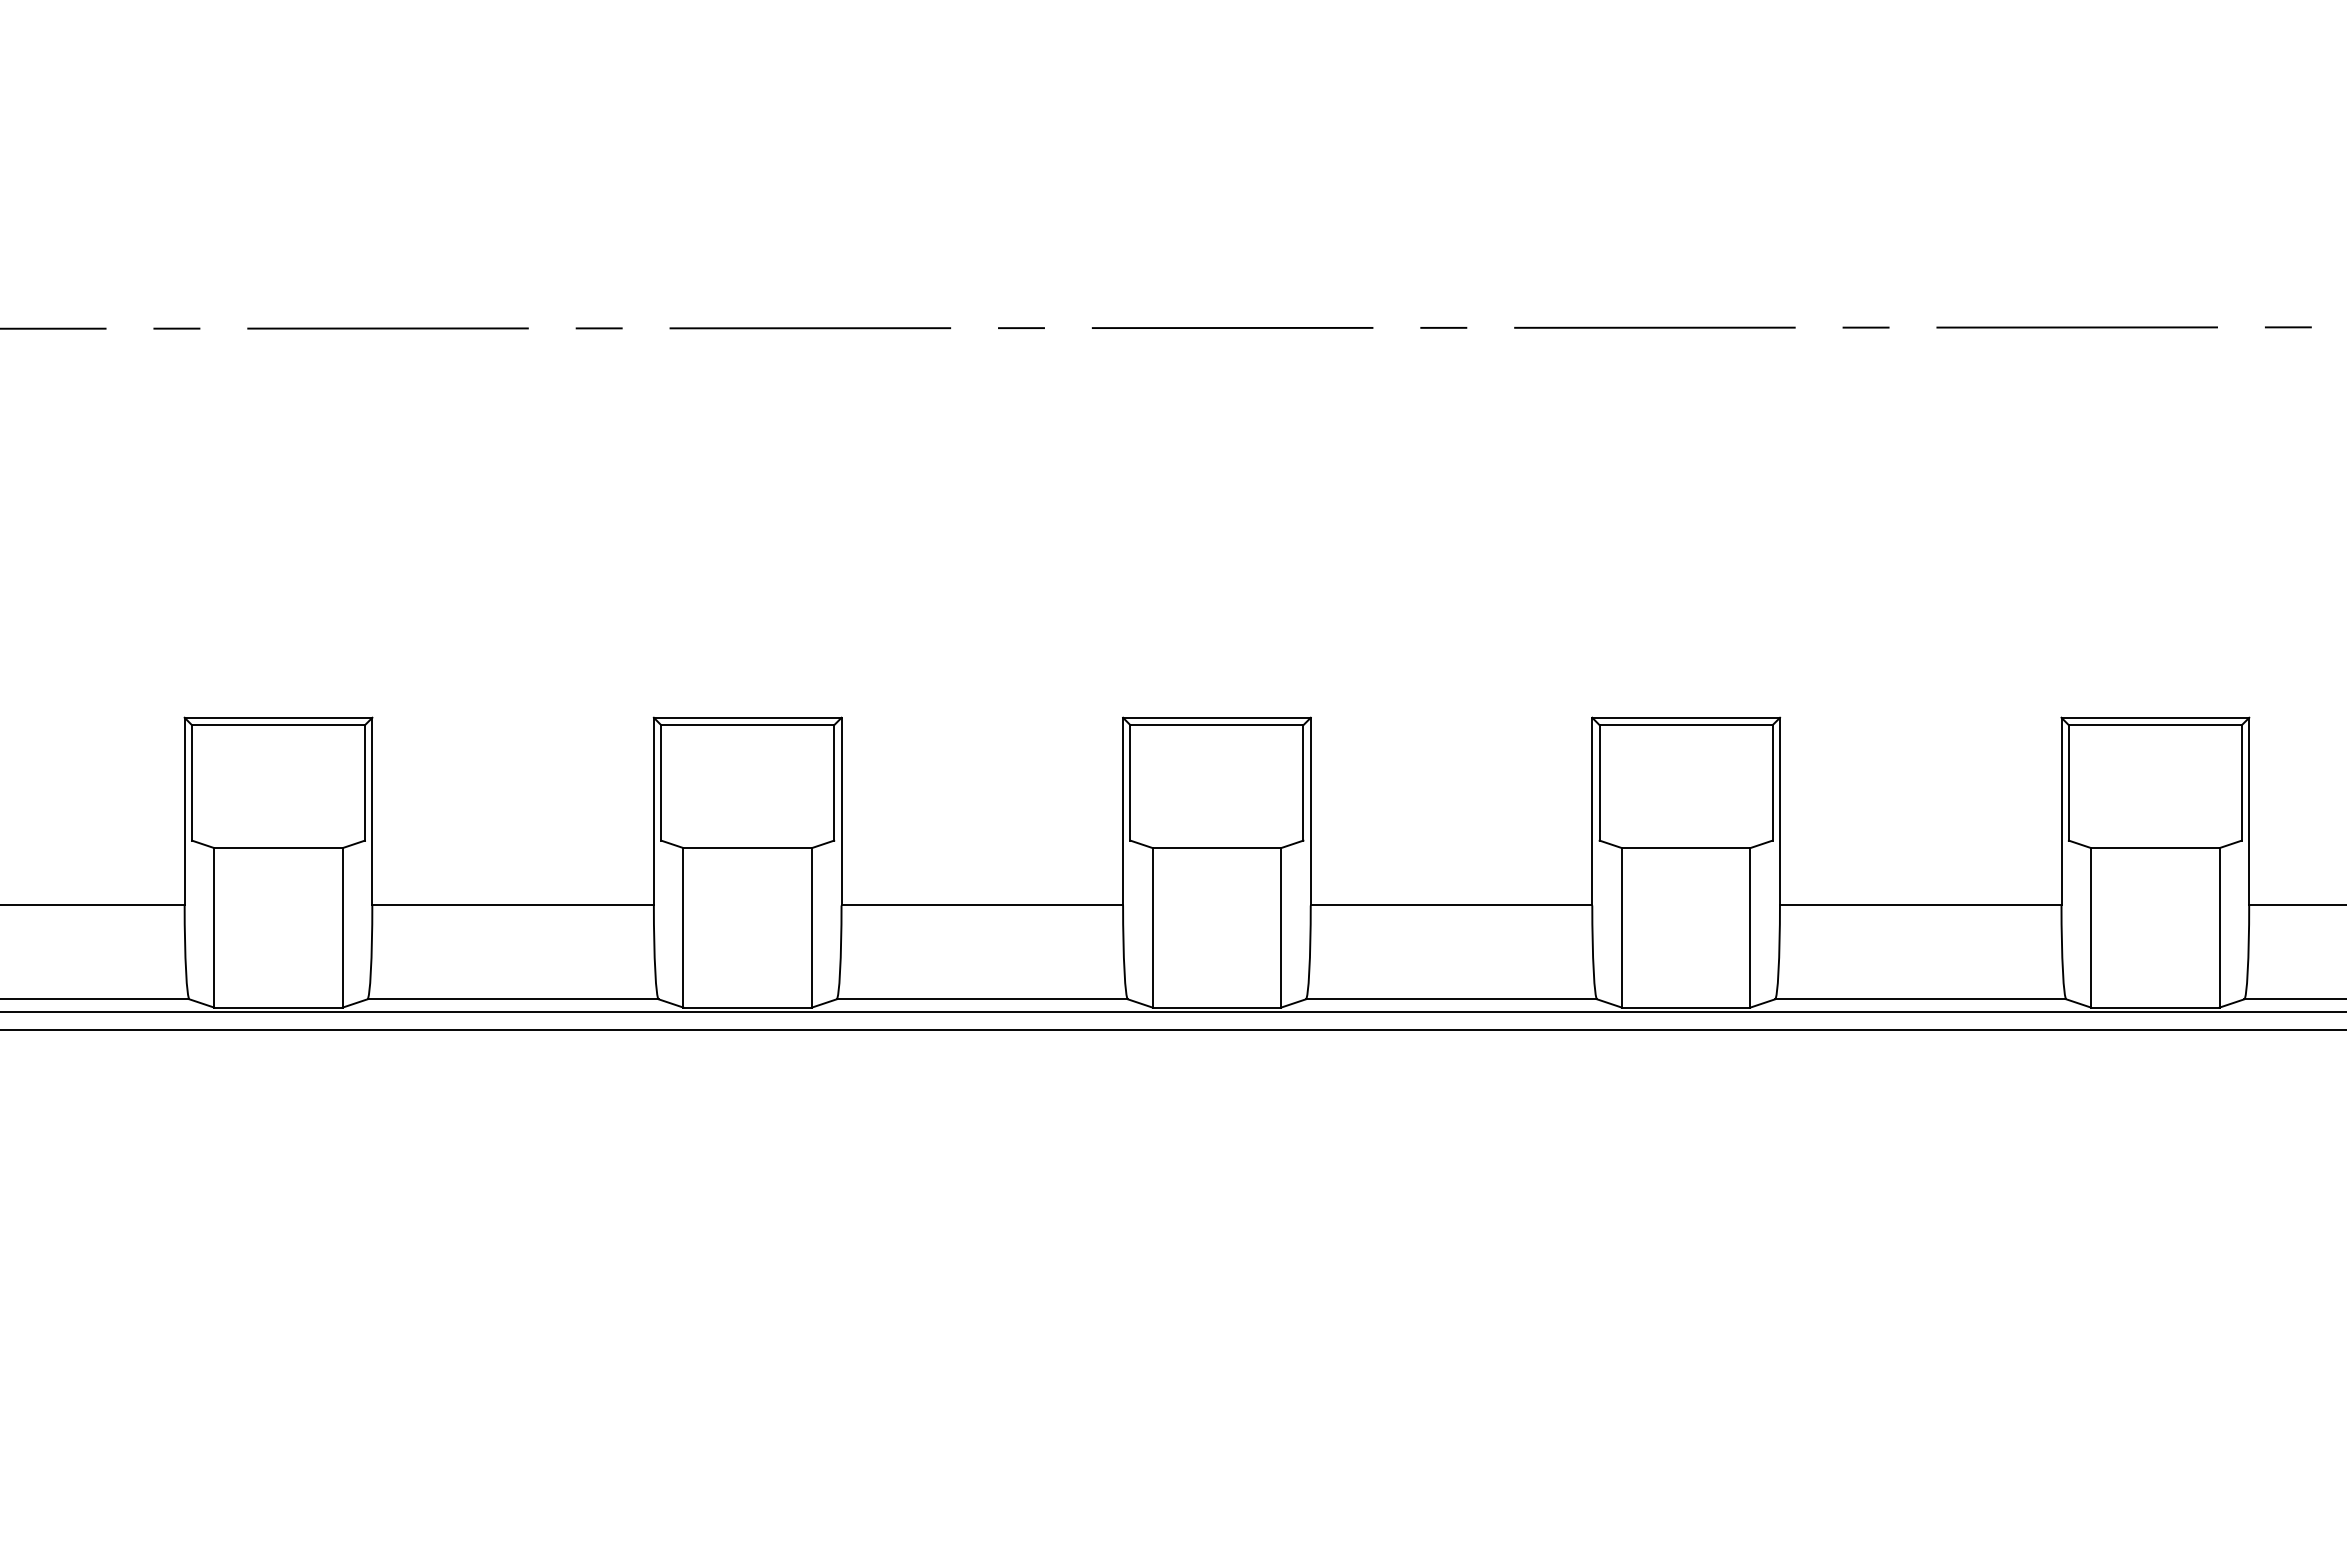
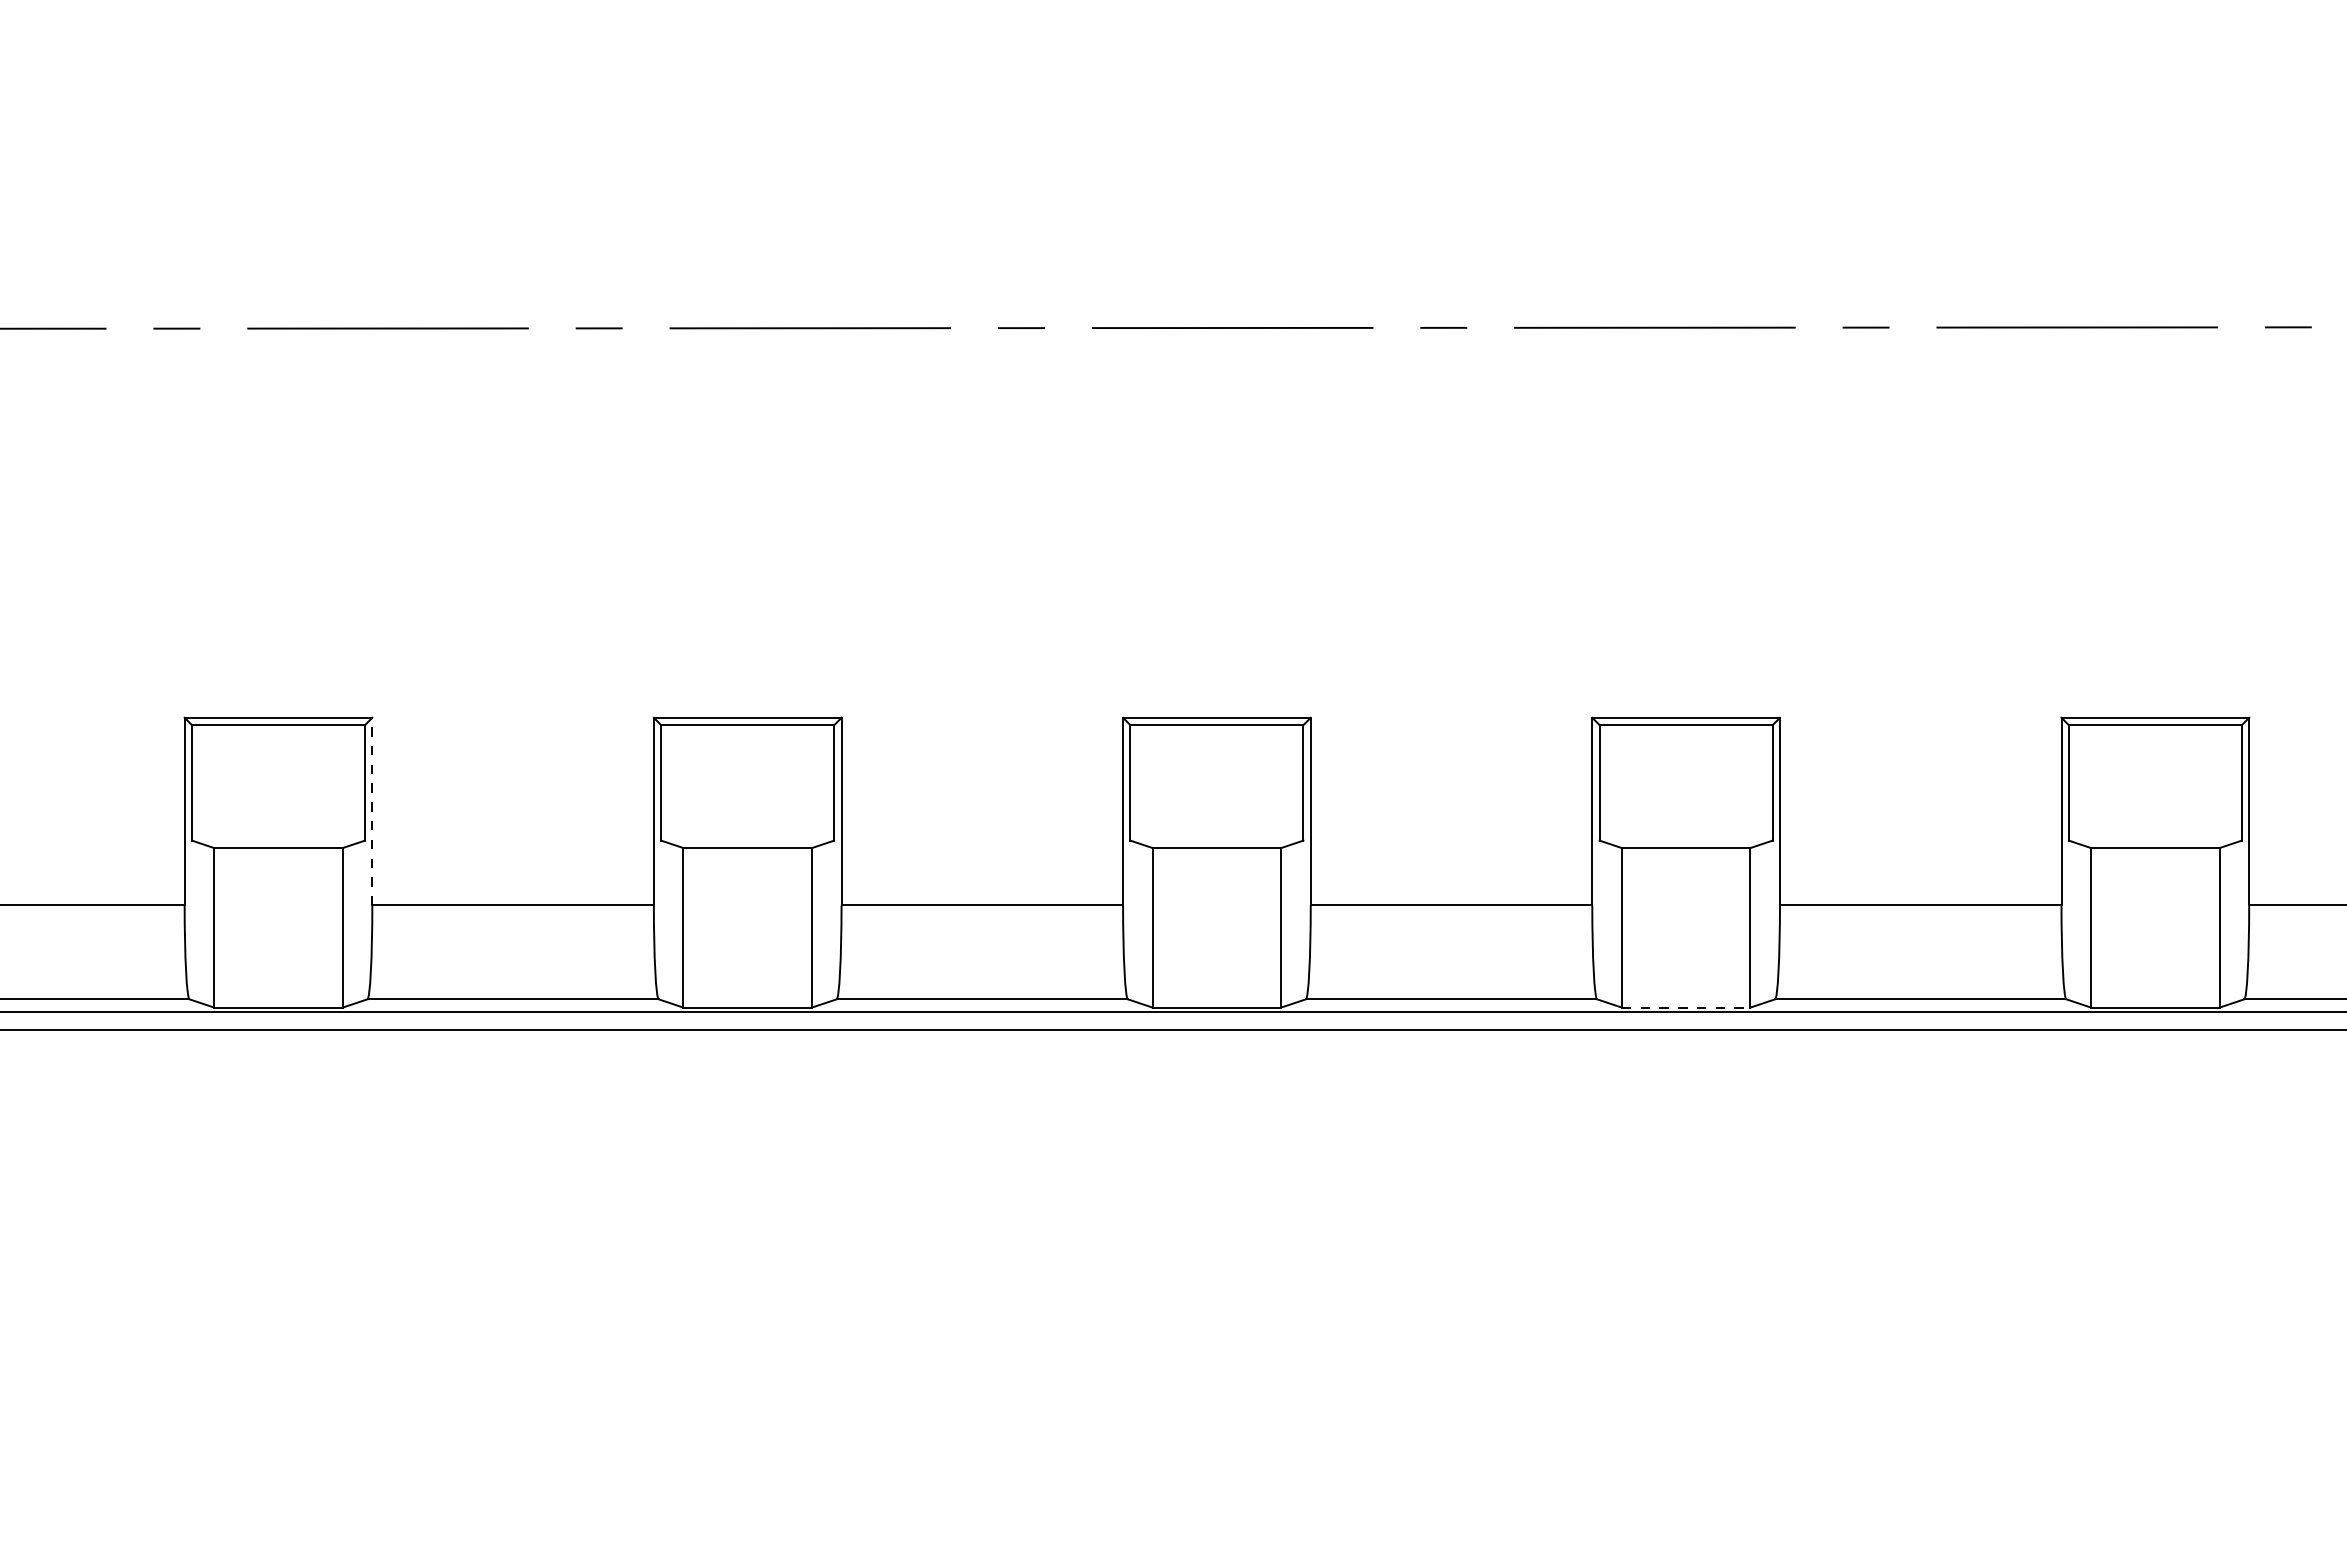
line at (372, 811): solid -> dashed
line at (1686, 1007): solid -> dashed
